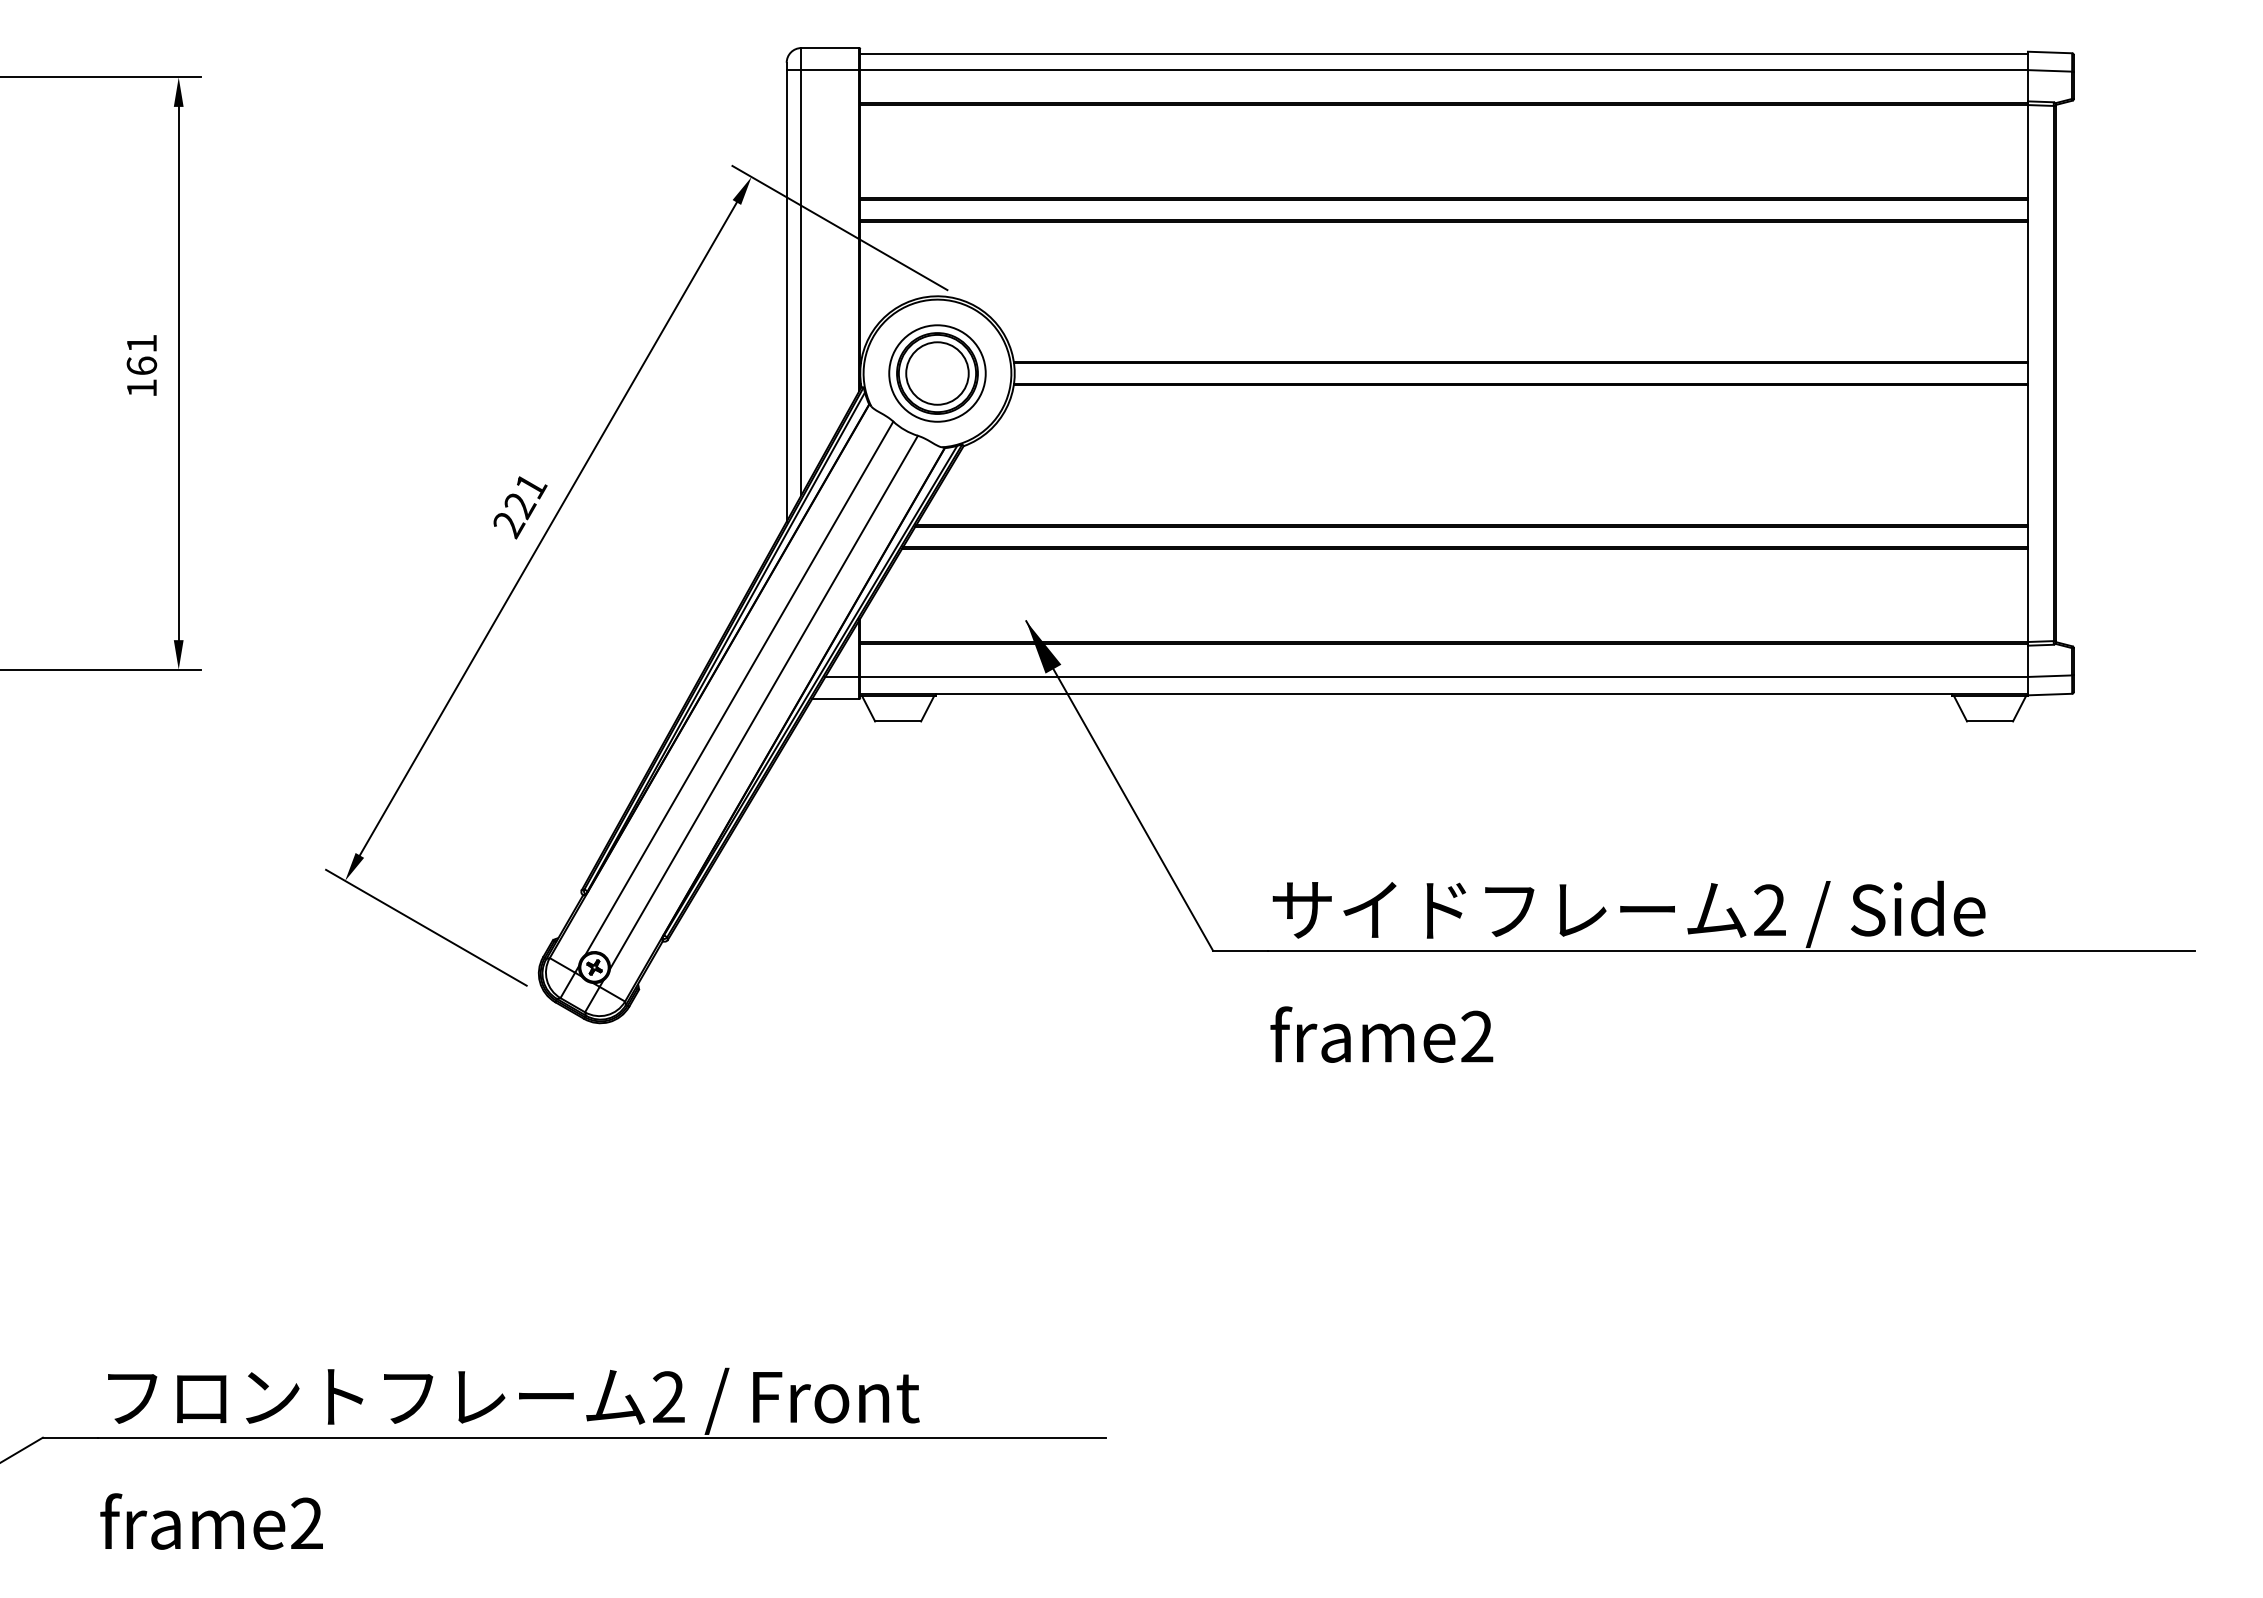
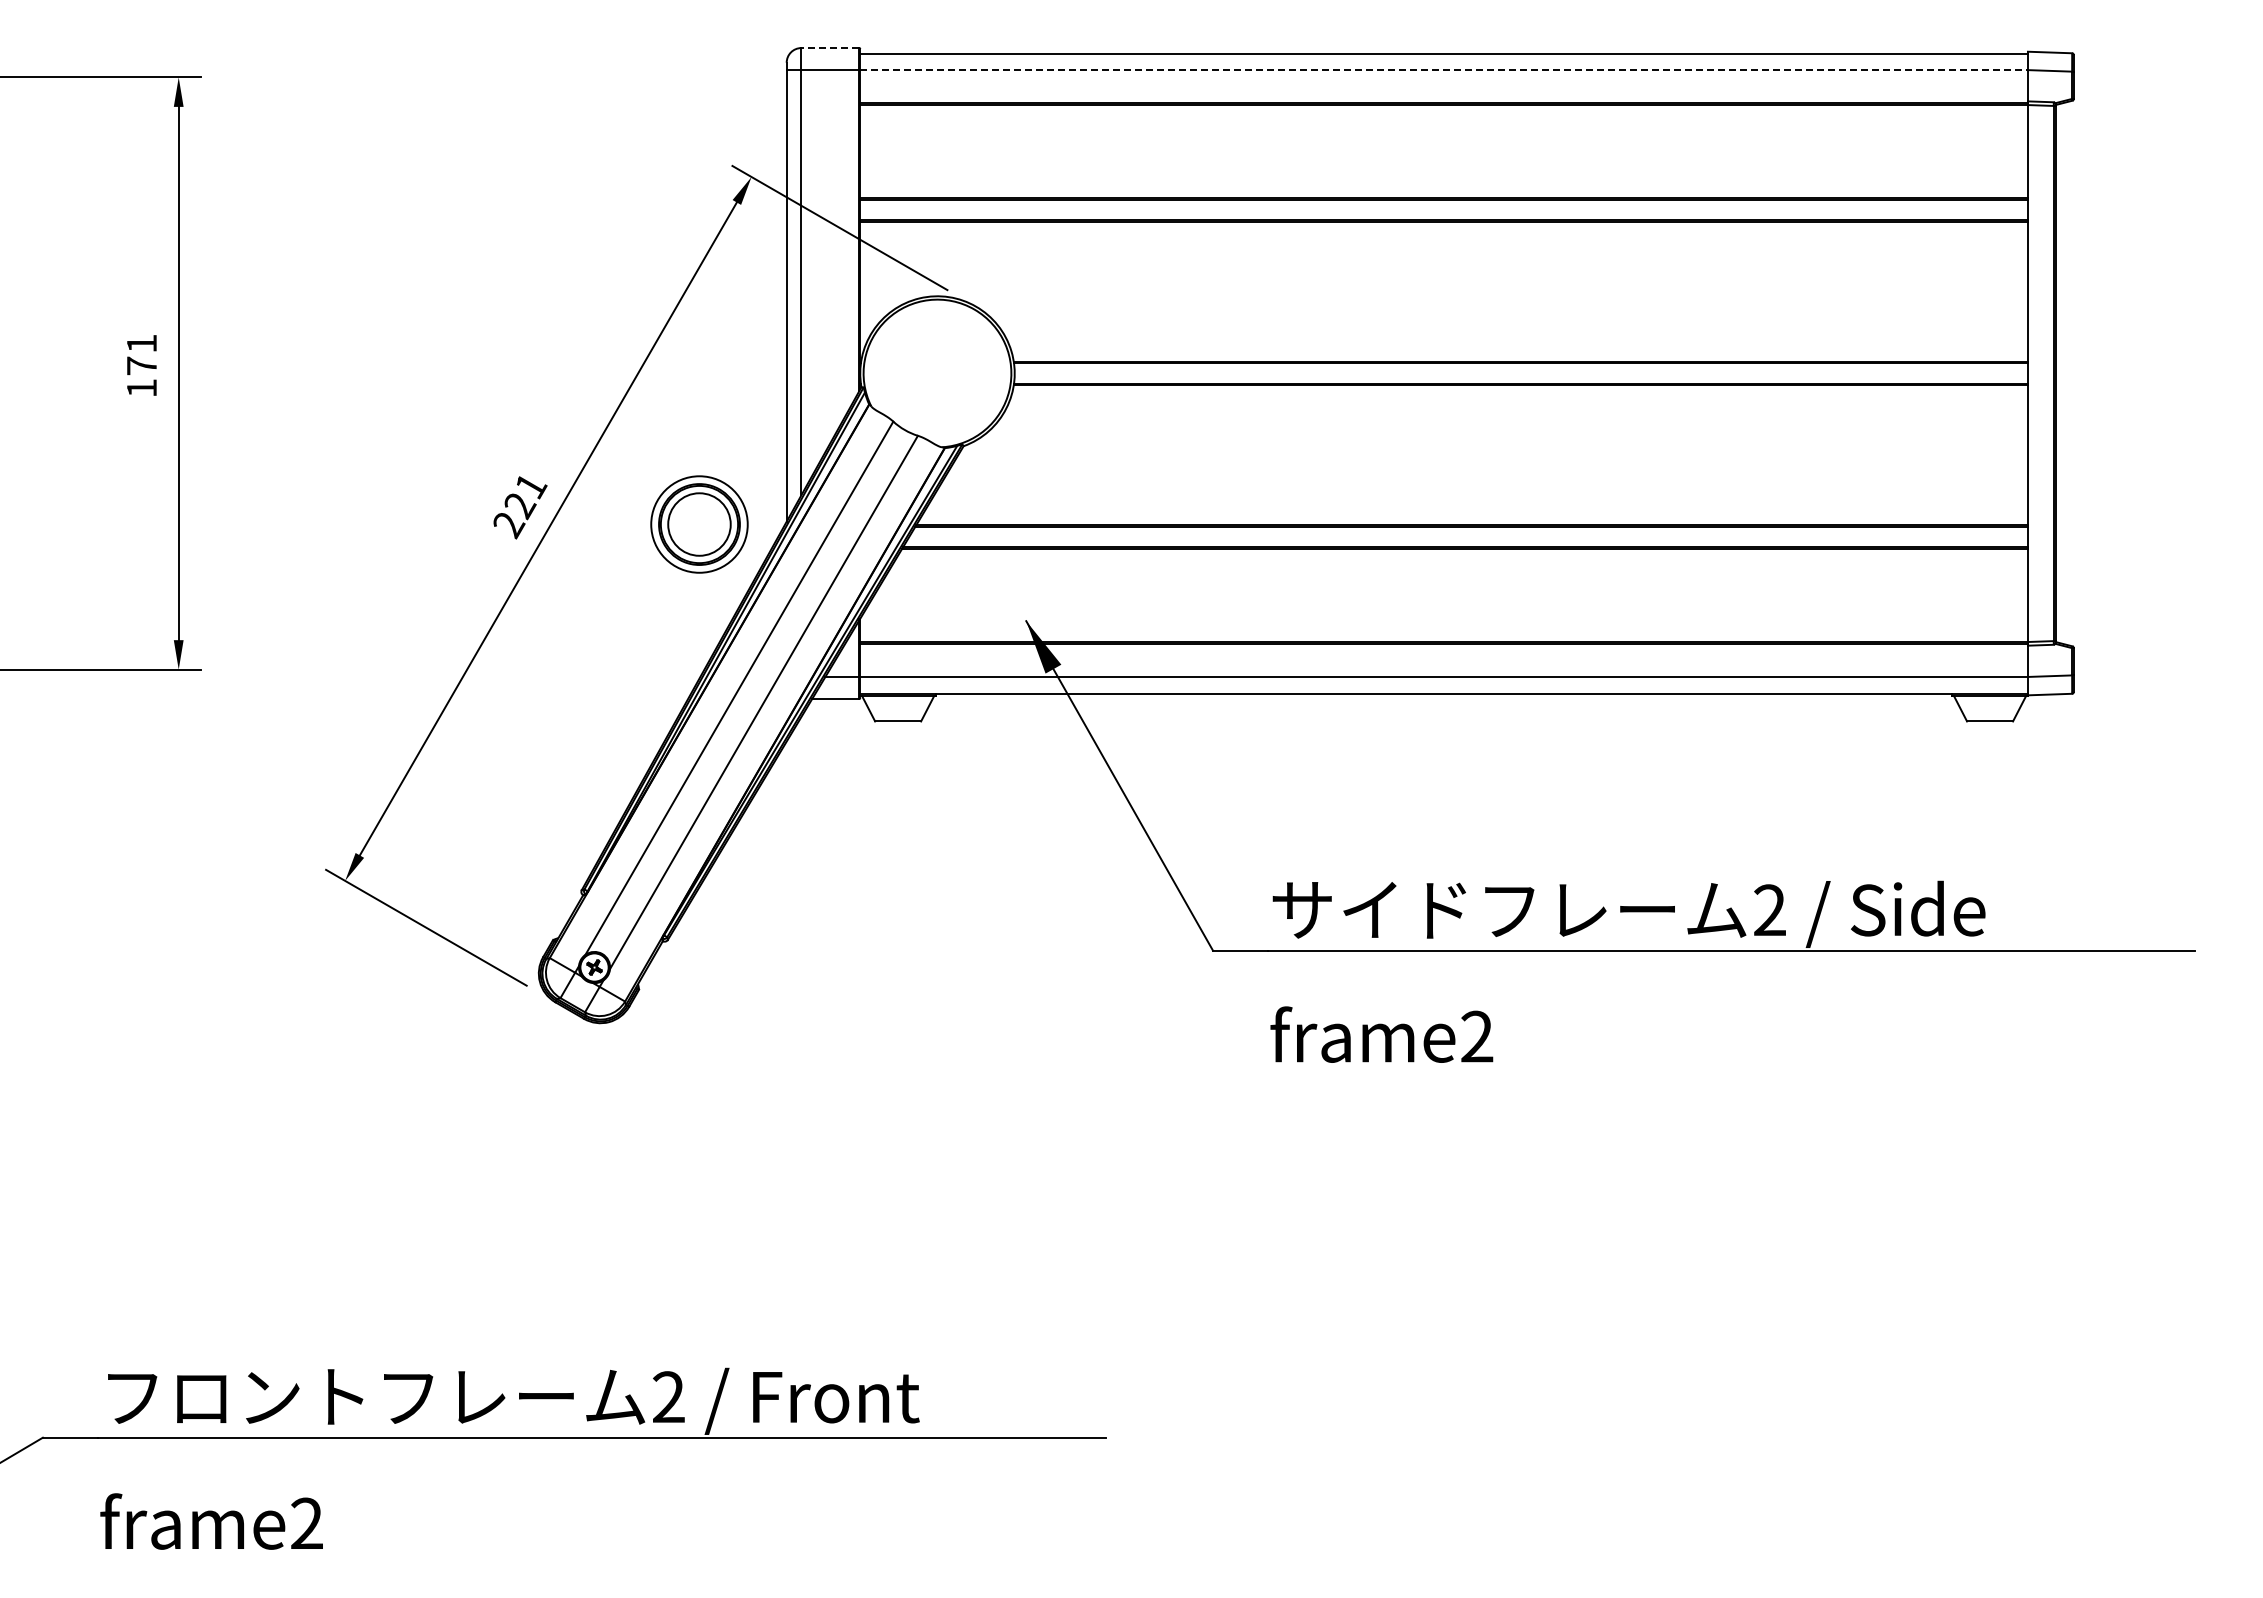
line at (830, 48): solid -> dashed
line at (1444, 70): solid -> dashed
text at (141, 365): 161 -> 171
part at (937, 373) position: (937, 373) -> (699, 524)
